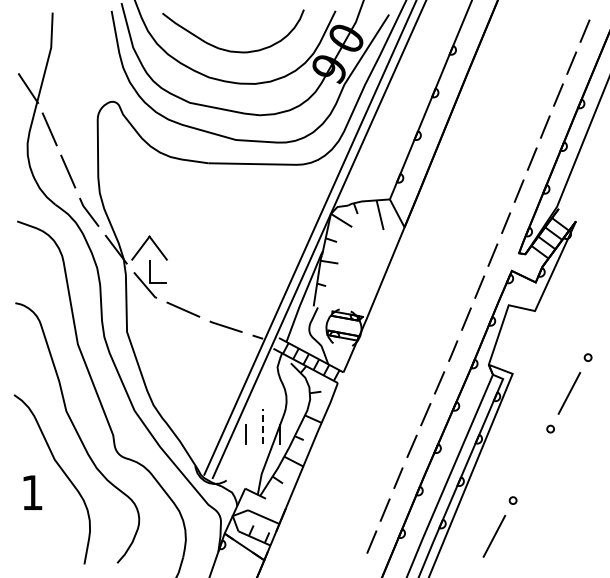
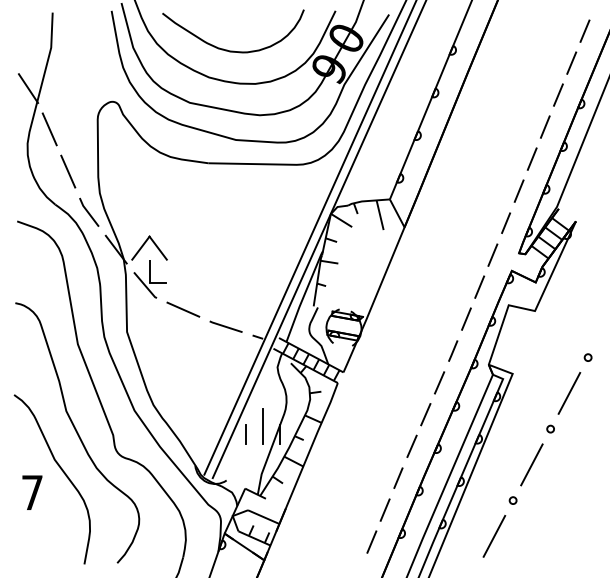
line at (262, 426): dashed -> solid
line at (531, 464): none -> present
text at (32, 492): 1 -> 7
